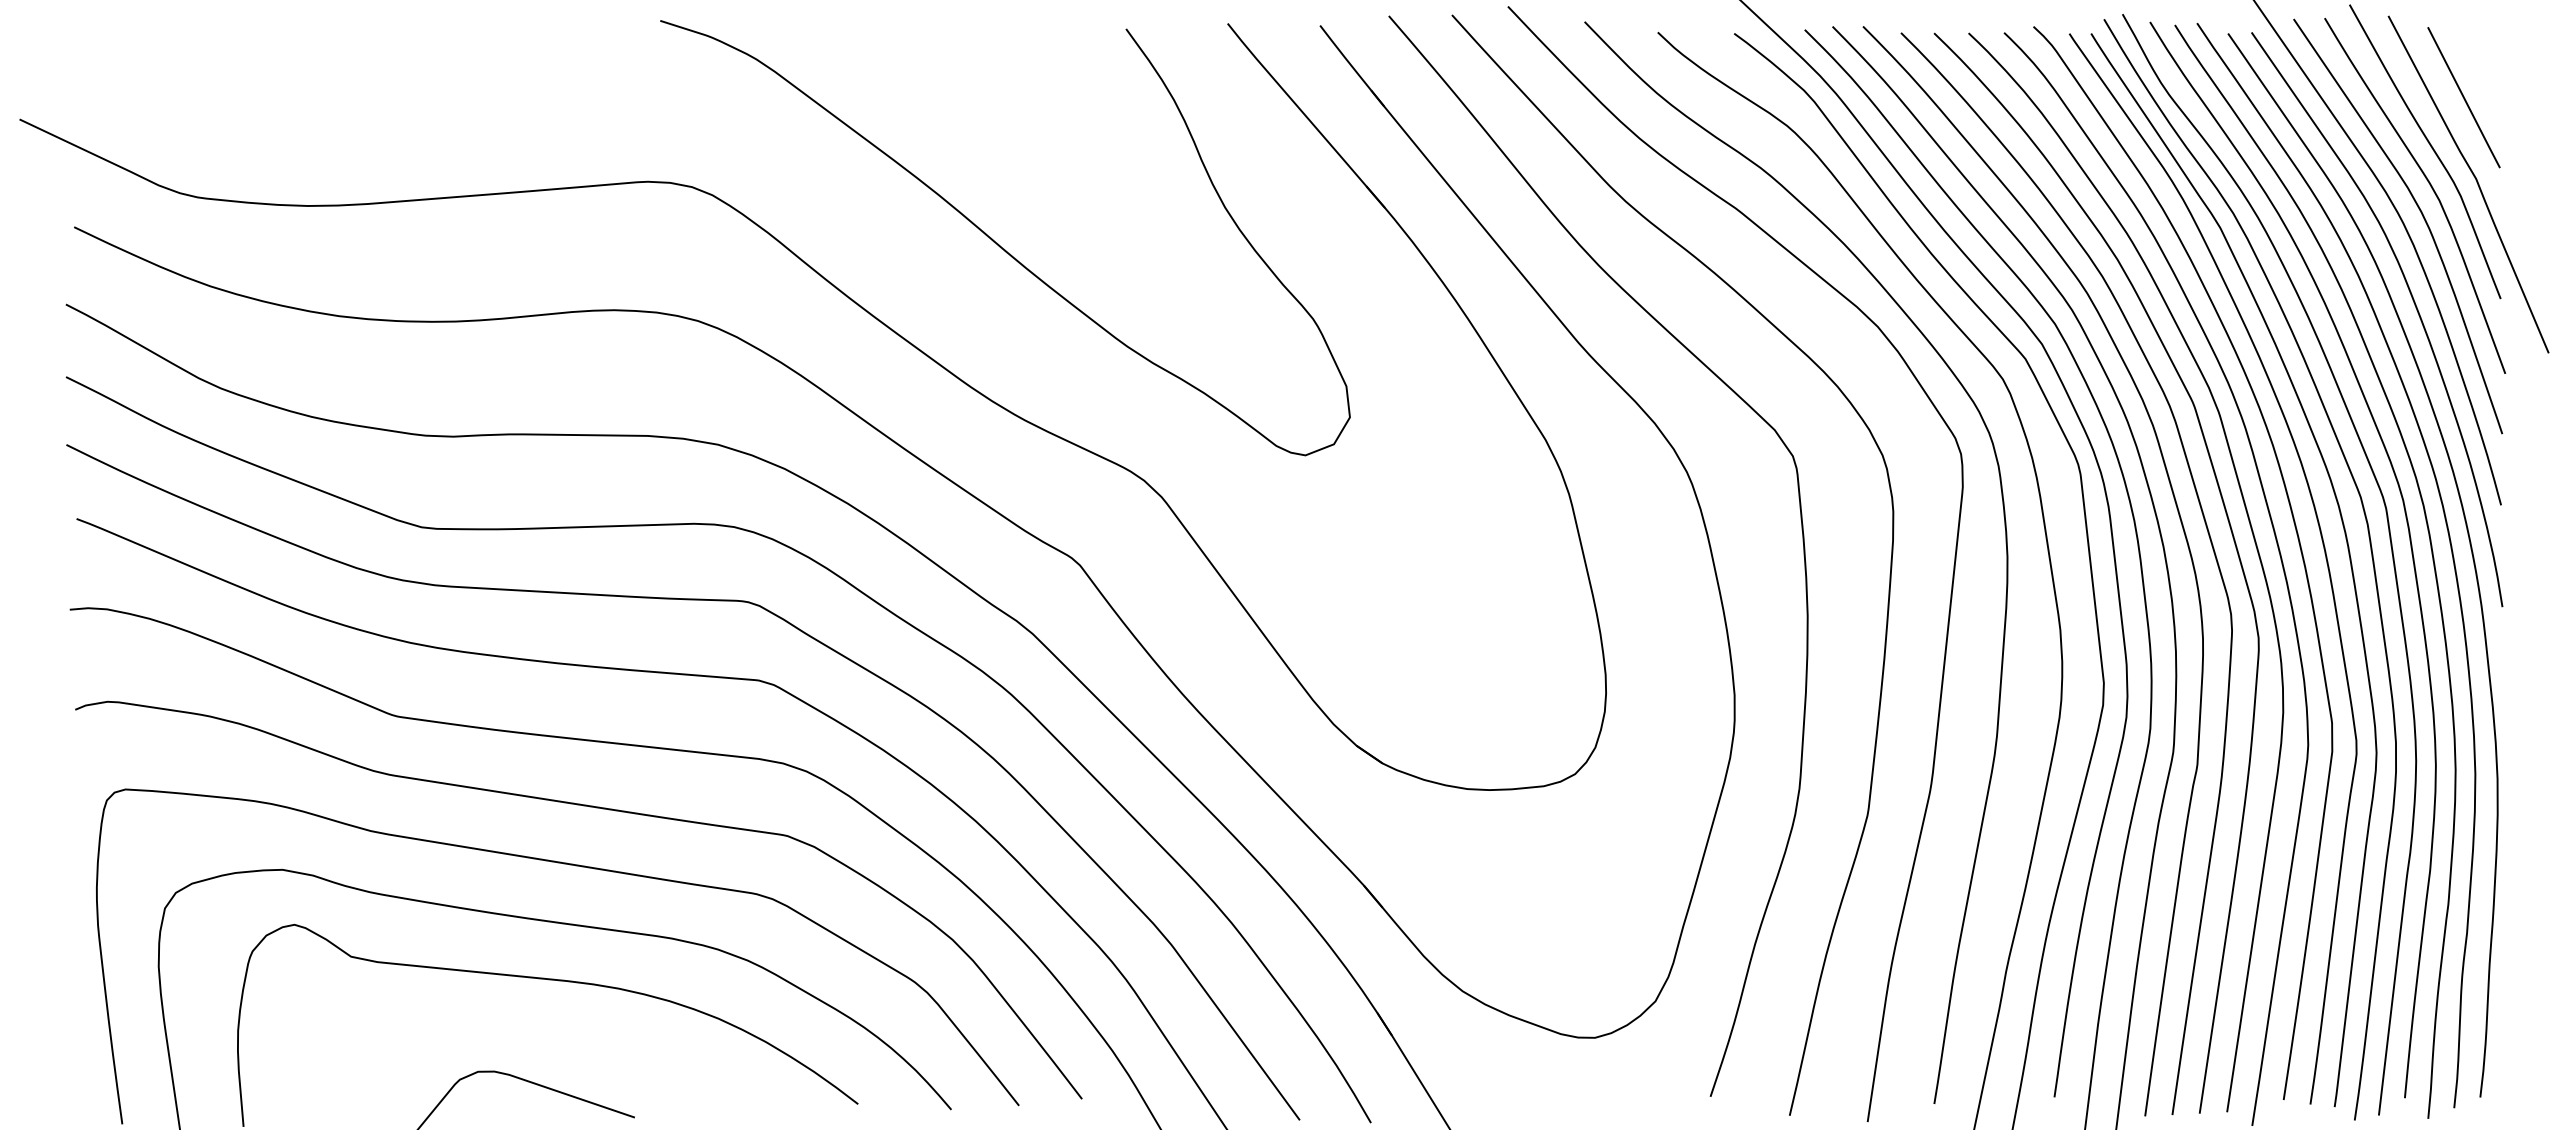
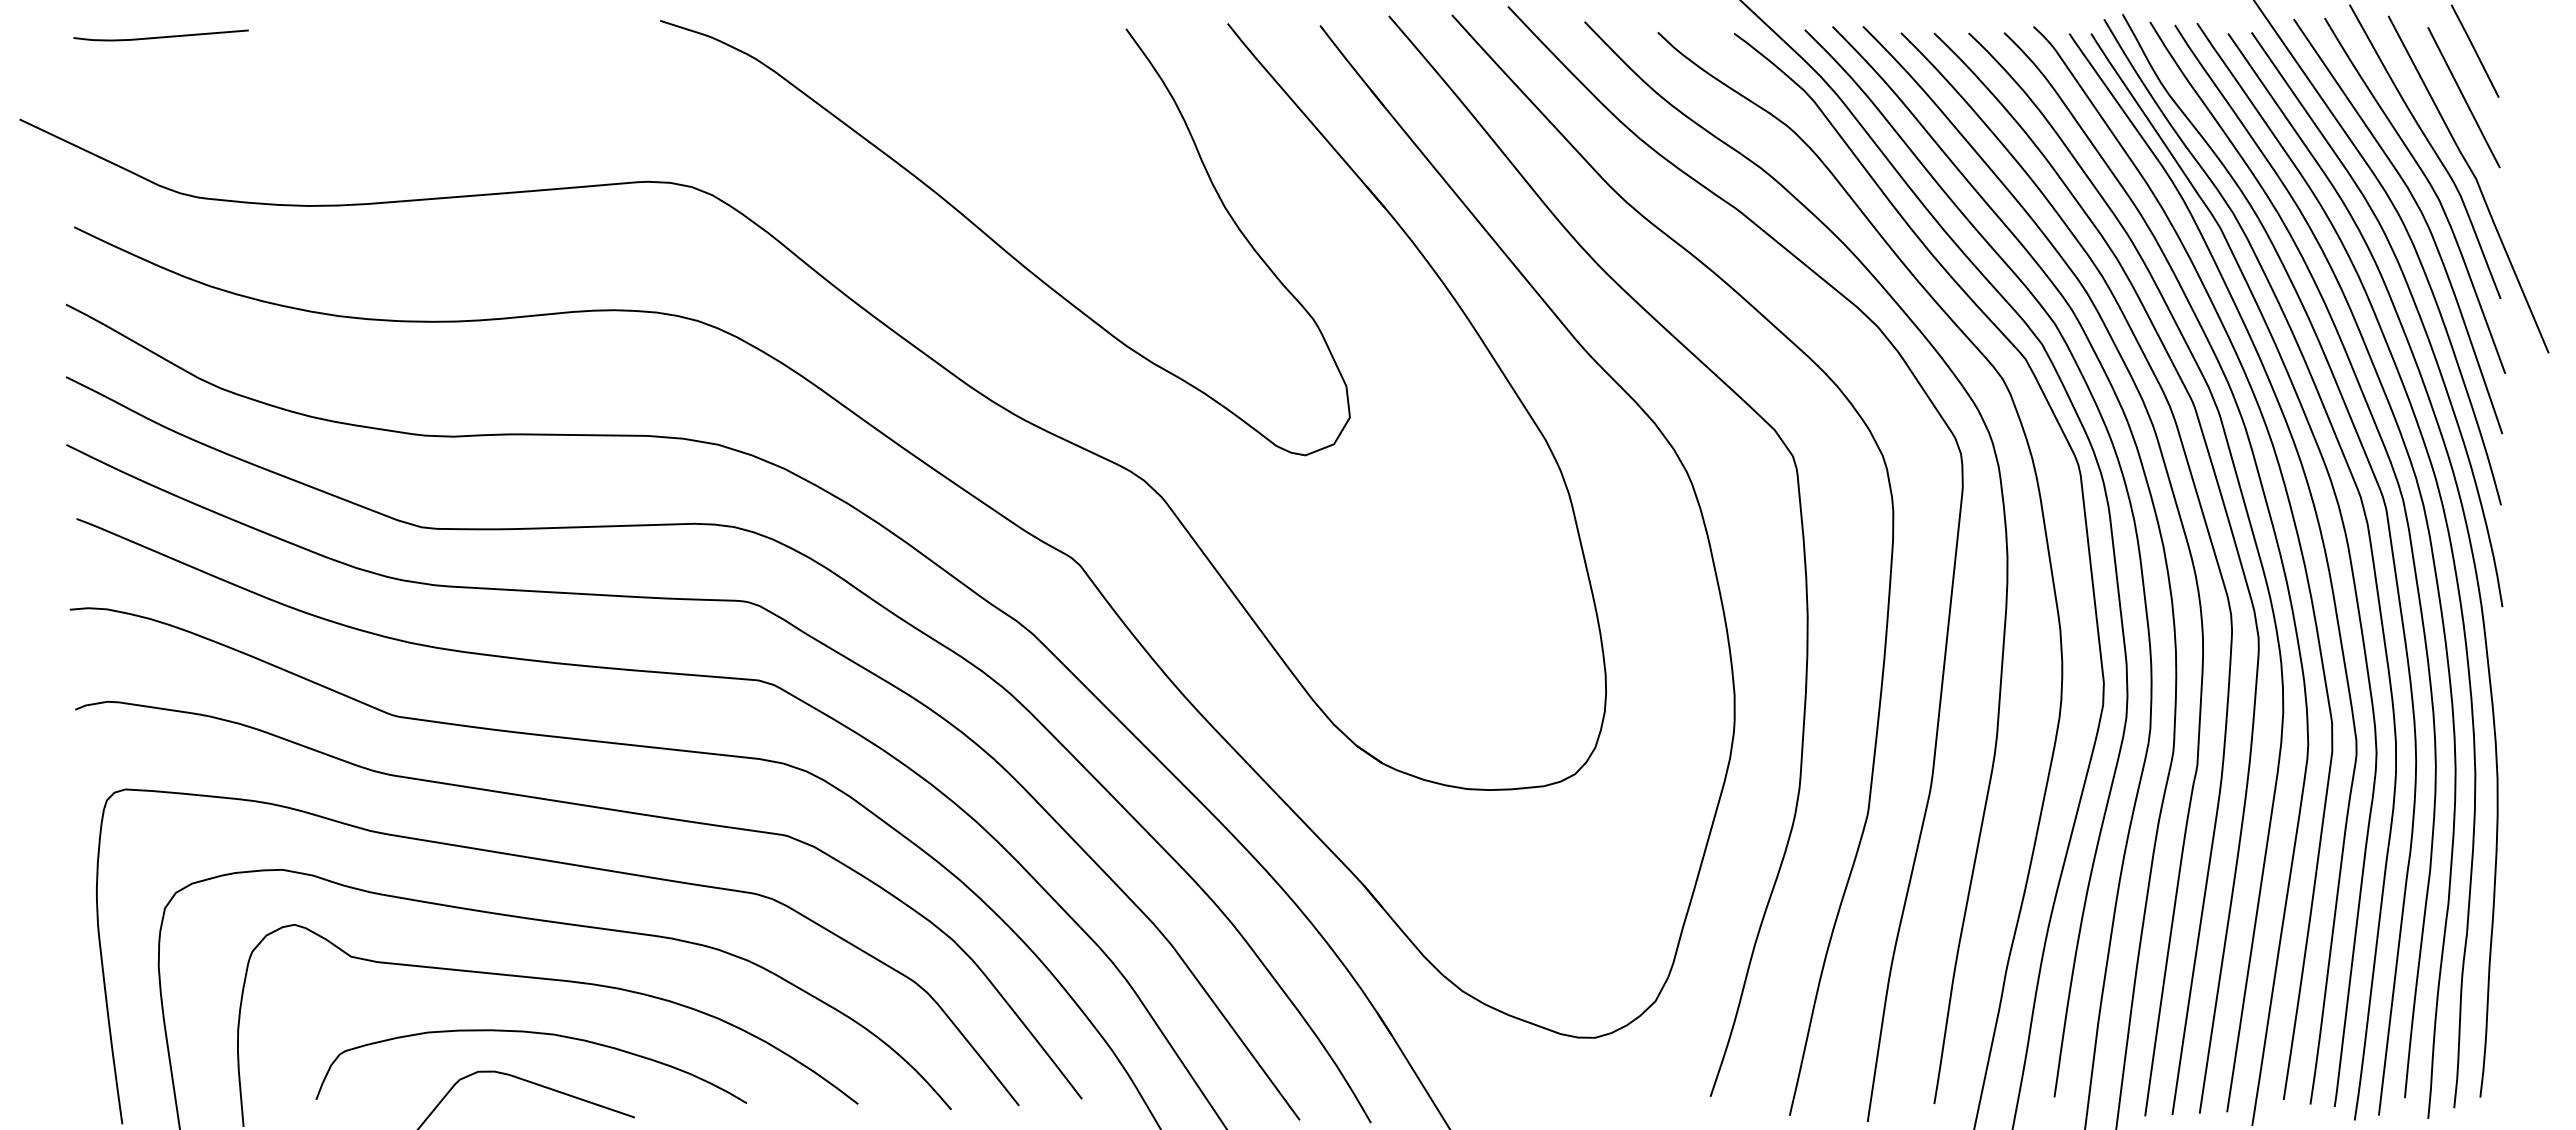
line at (160, 36): none -> present
line at (2474, 50): none -> present
curve at (531, 1033): none -> present
